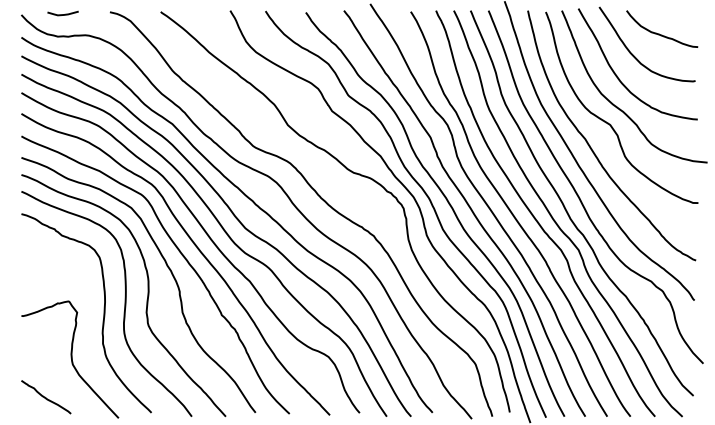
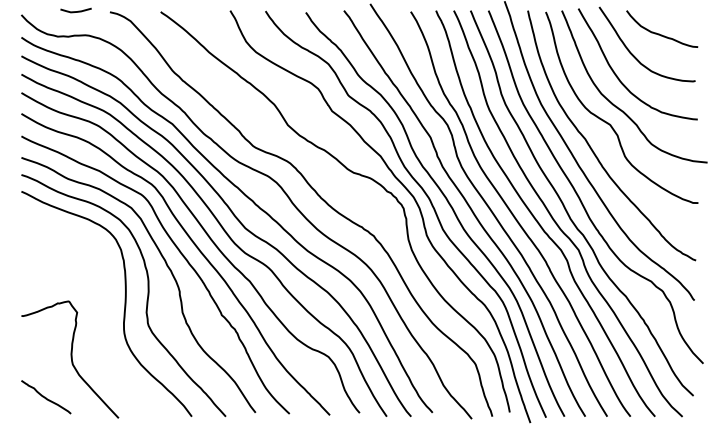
curve at (62, 14) position: (62, 14) -> (75, 11)
curve at (103, 313): present -> none
